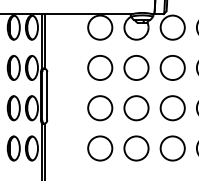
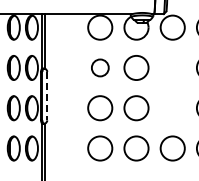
circle at (100, 67) size: 27x26 px -> 19x20 px
circle at (172, 67): present -> none
line at (47, 96): solid -> dashed
circle at (172, 108): present -> none
